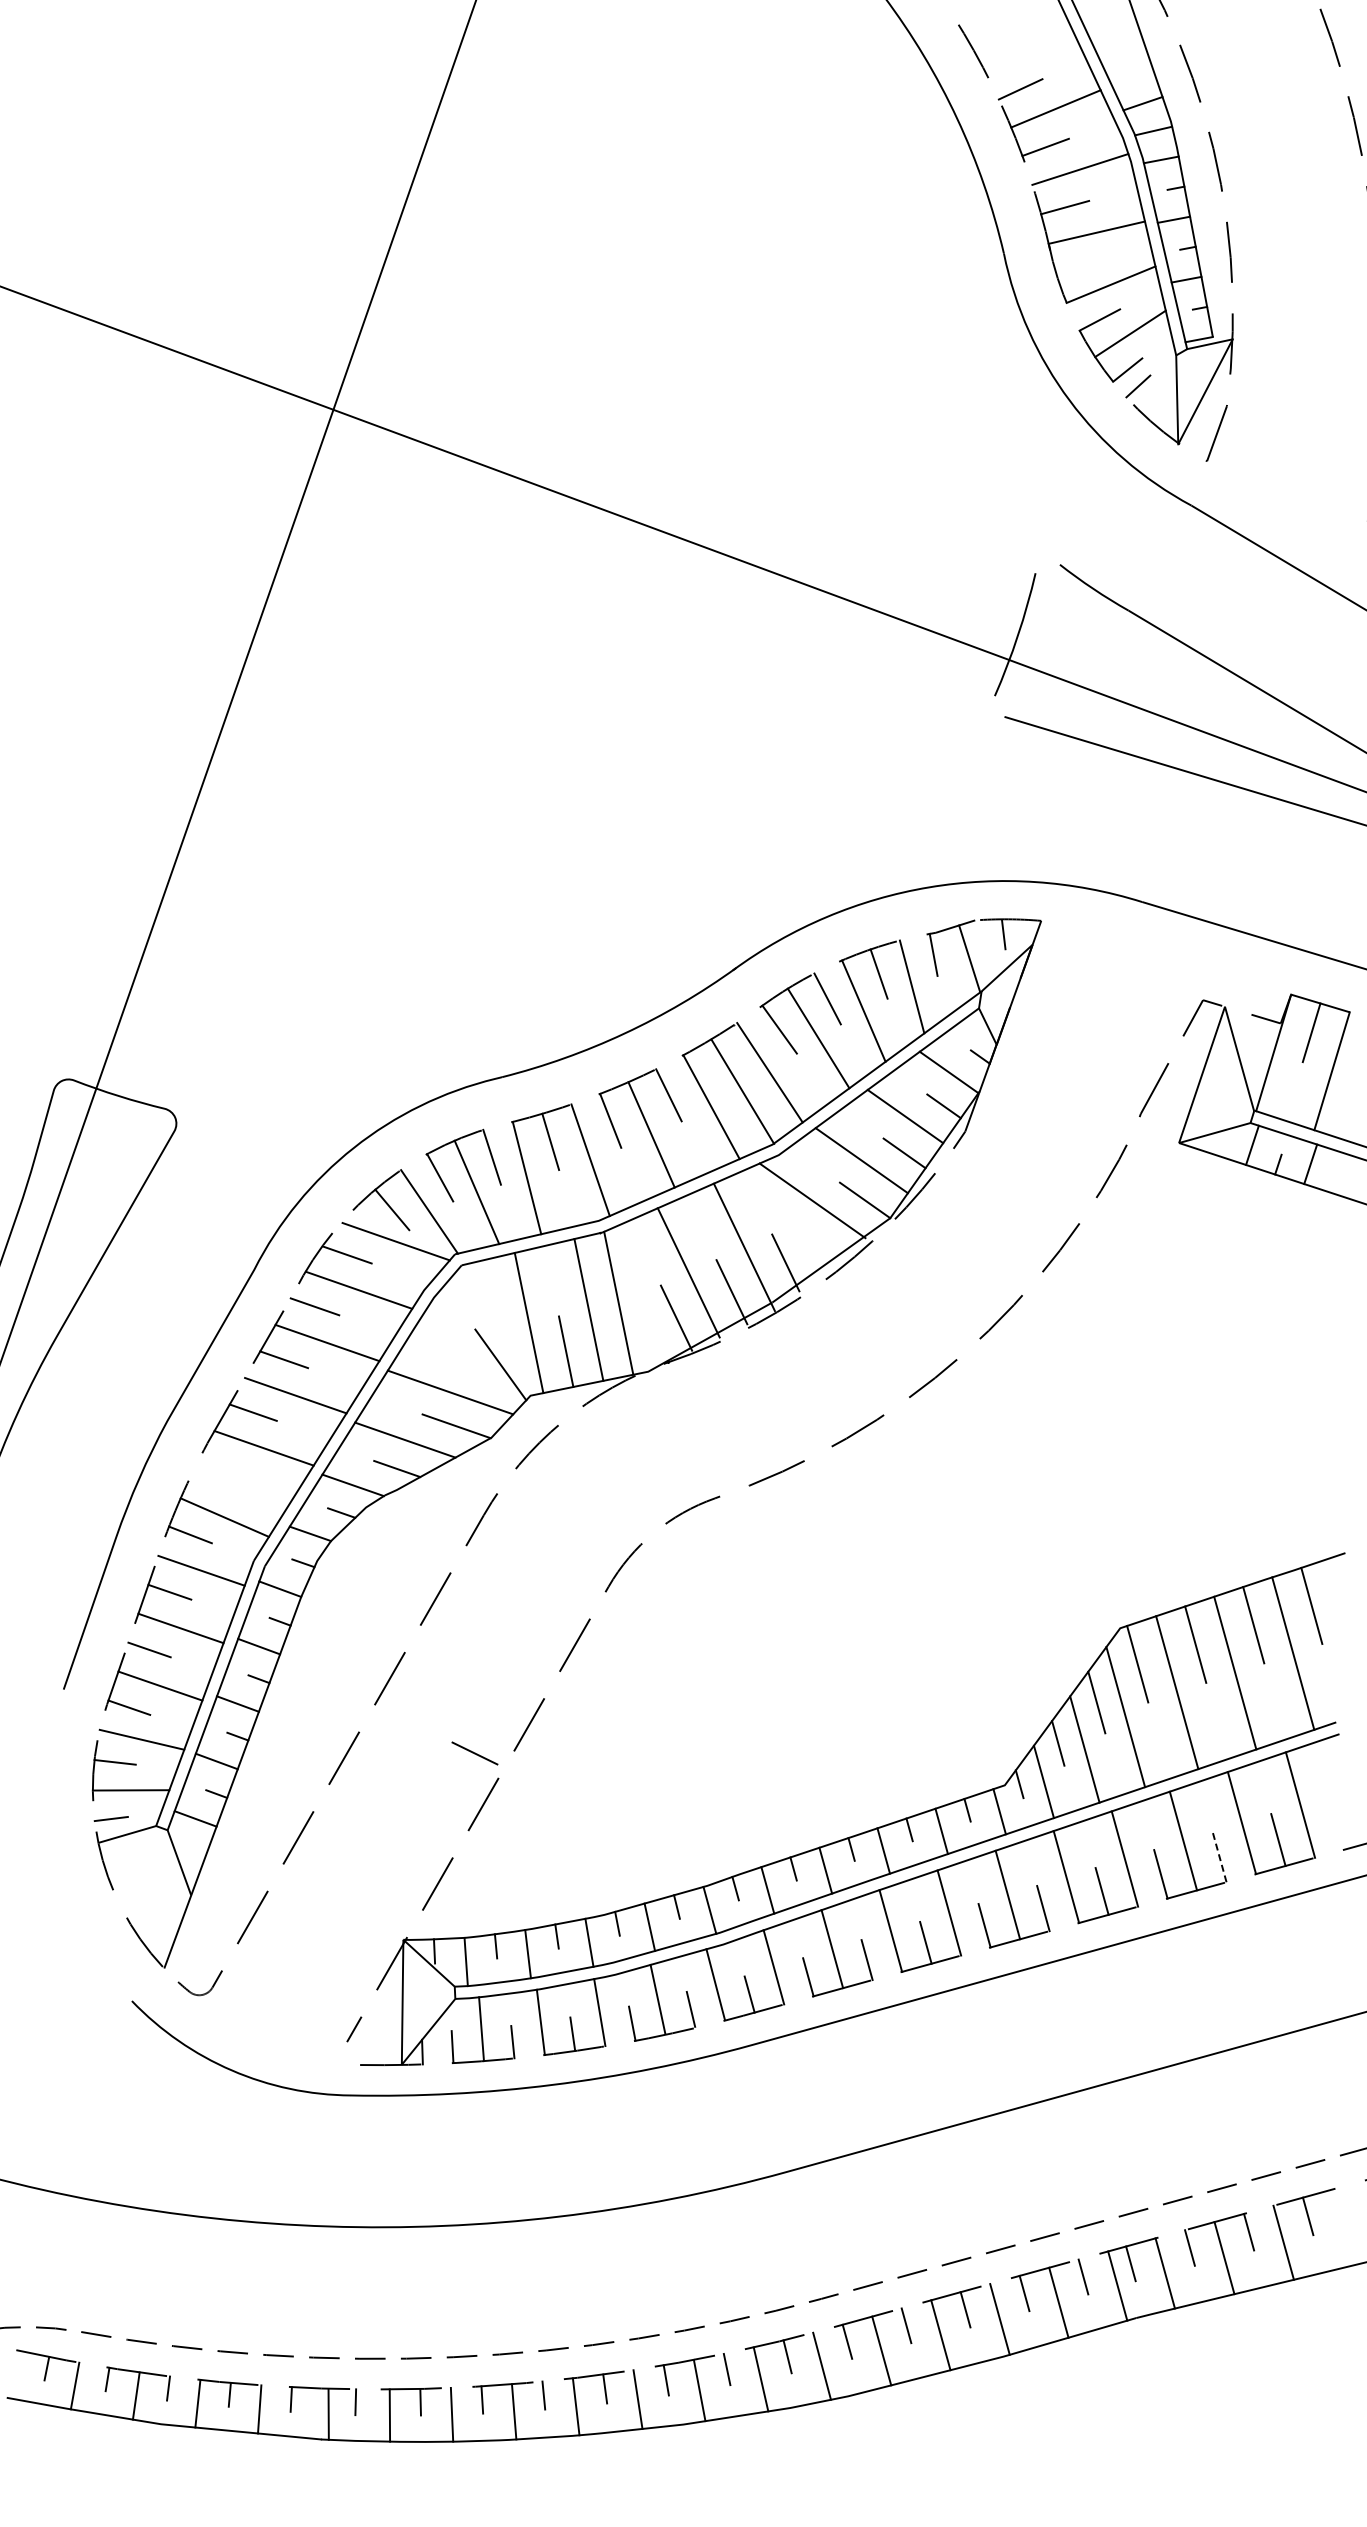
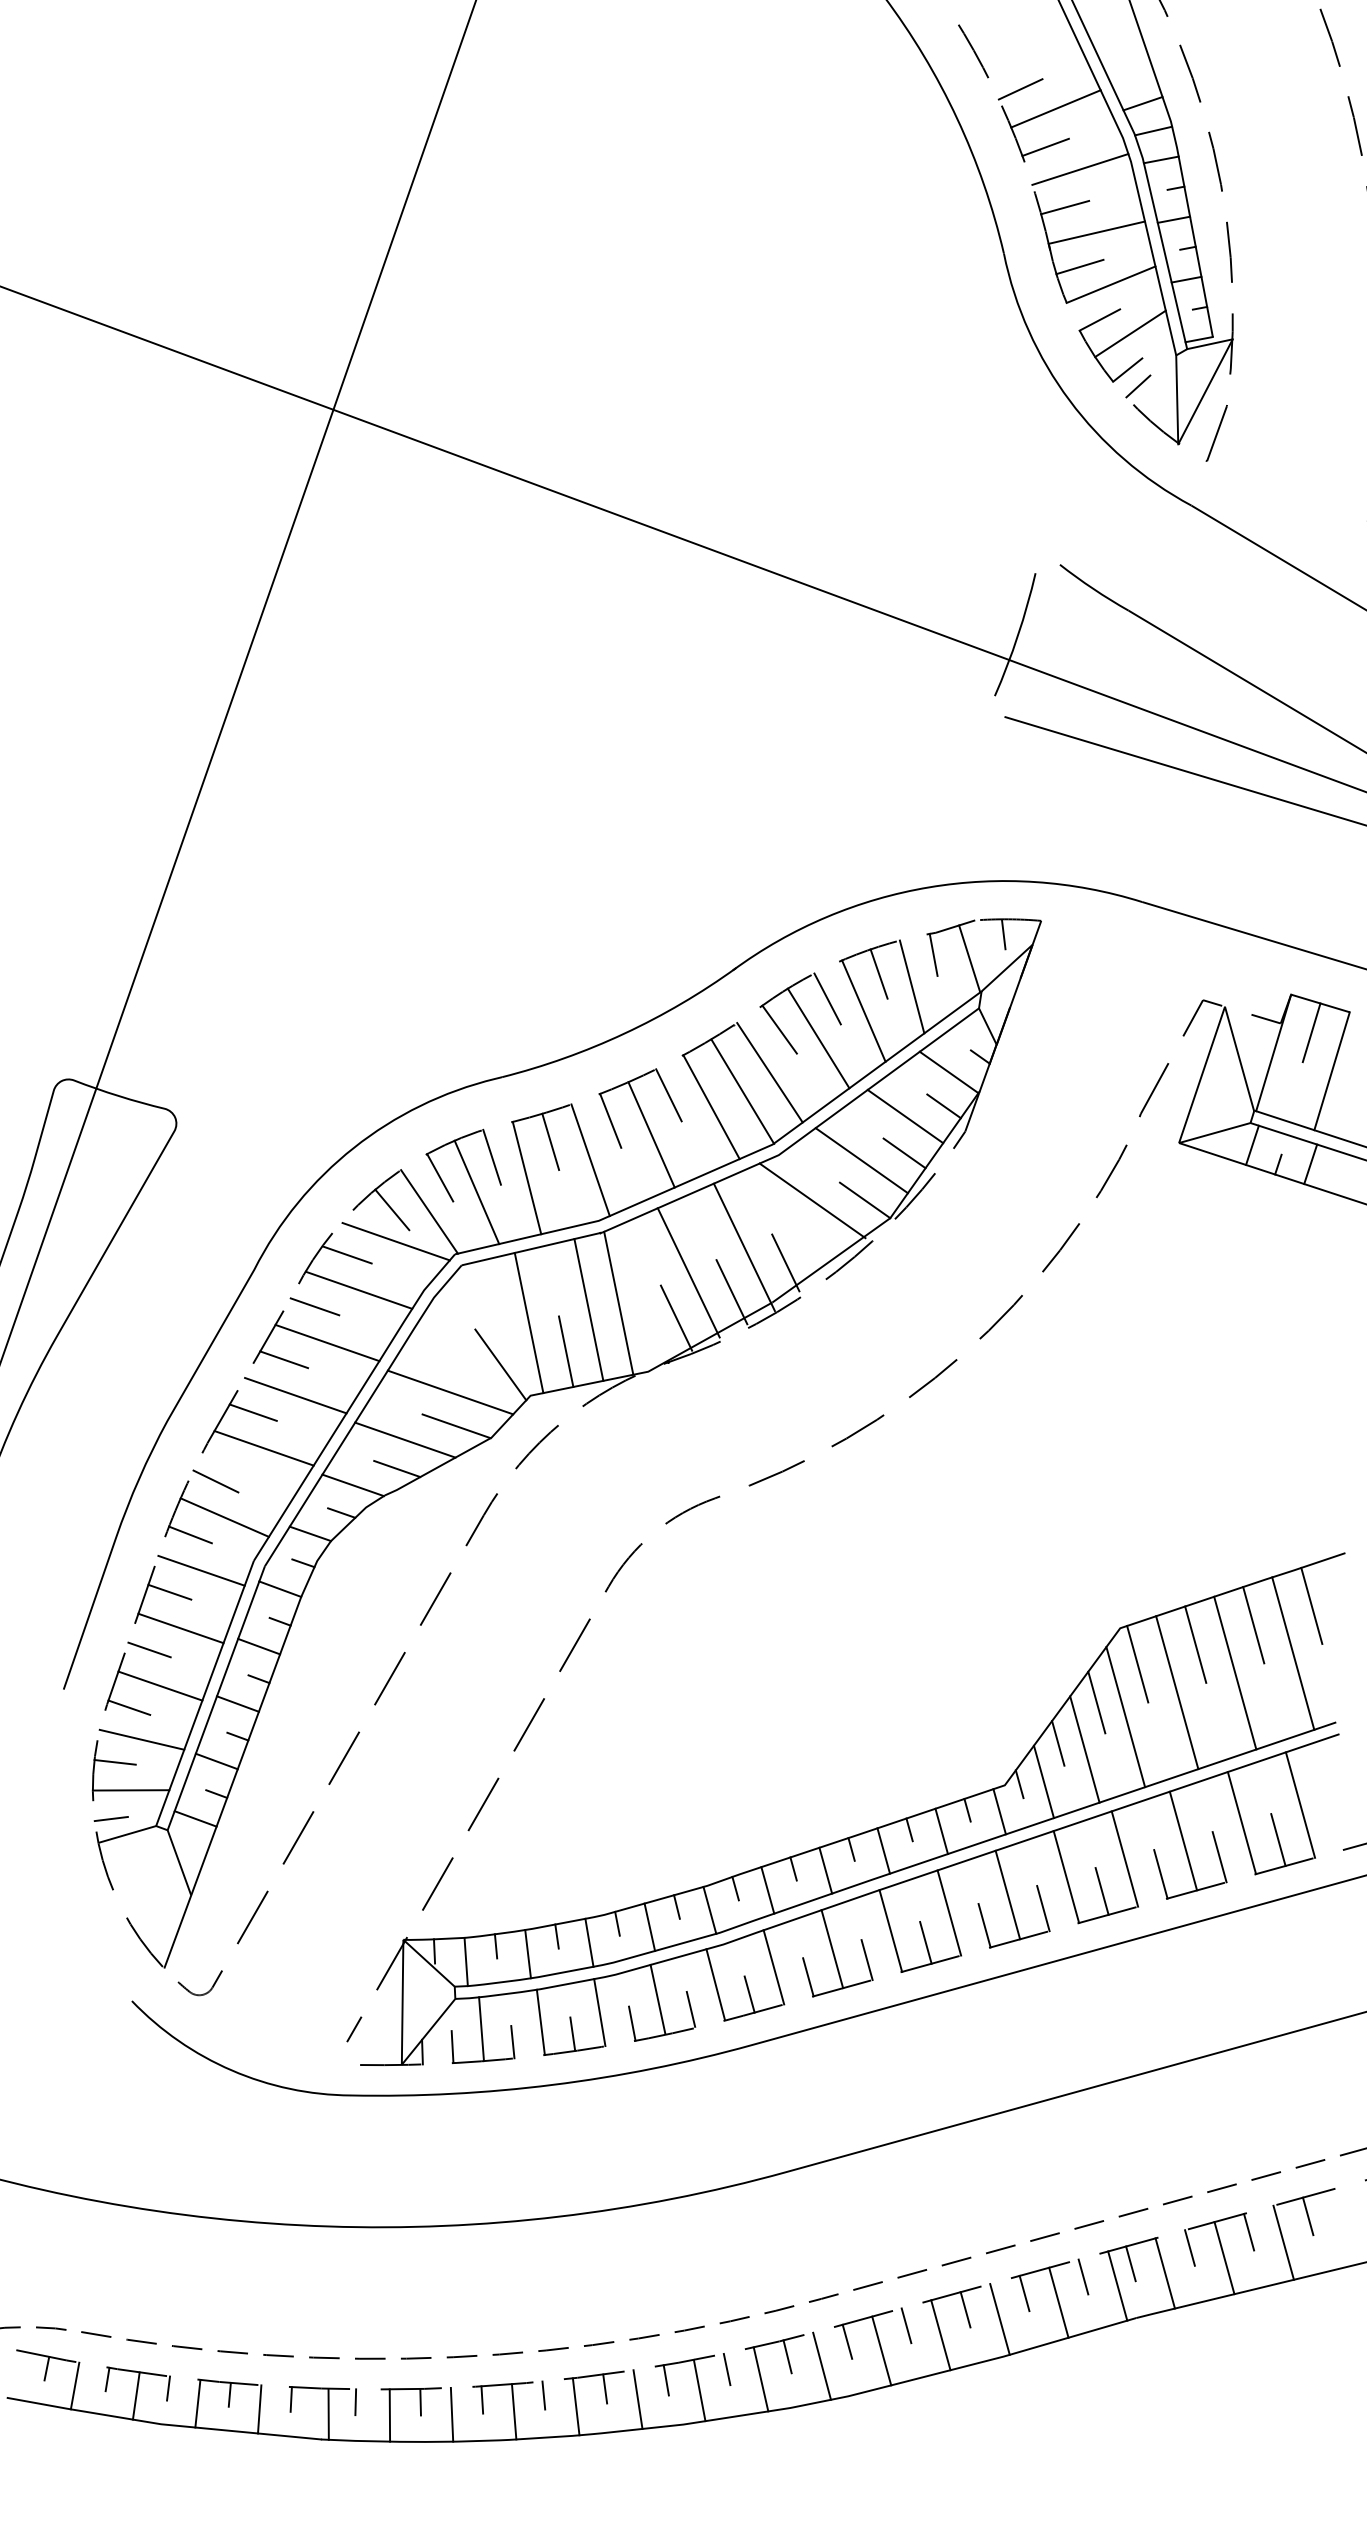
line at (1079, 266): none -> present
line at (474, 1753) position: (474, 1753) -> (215, 1481)
line at (1219, 1856): dashed -> solid
